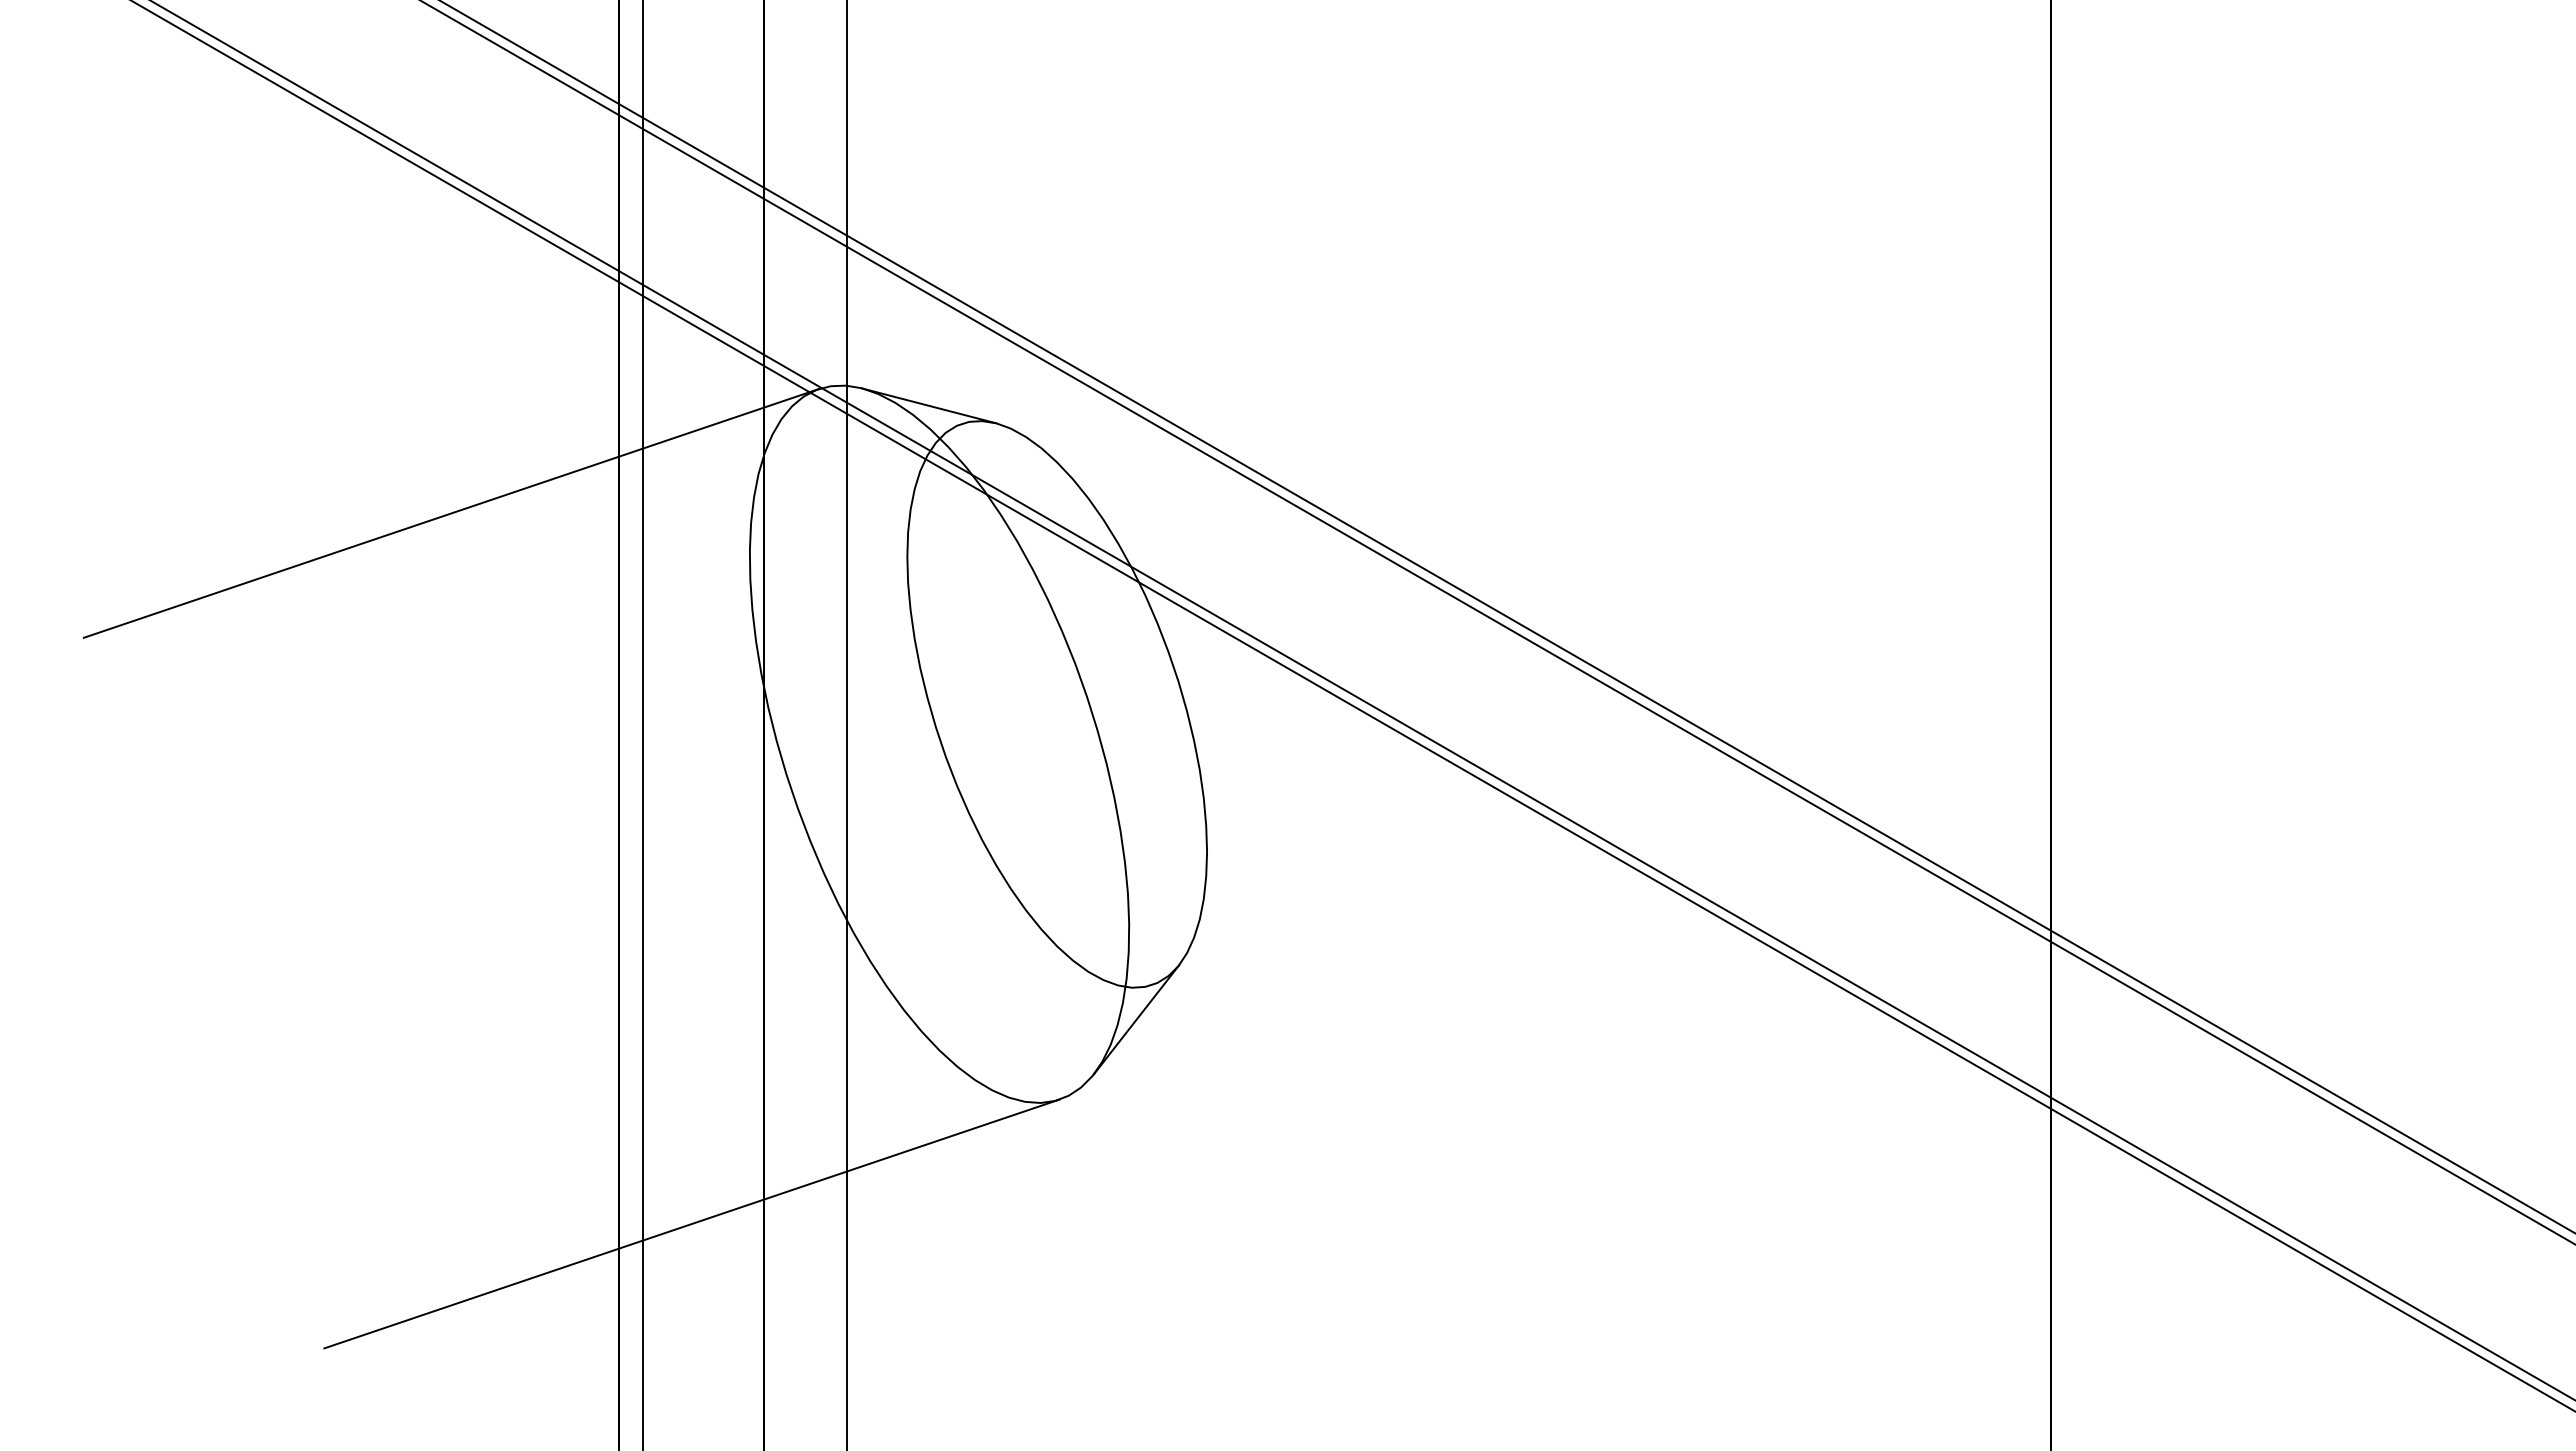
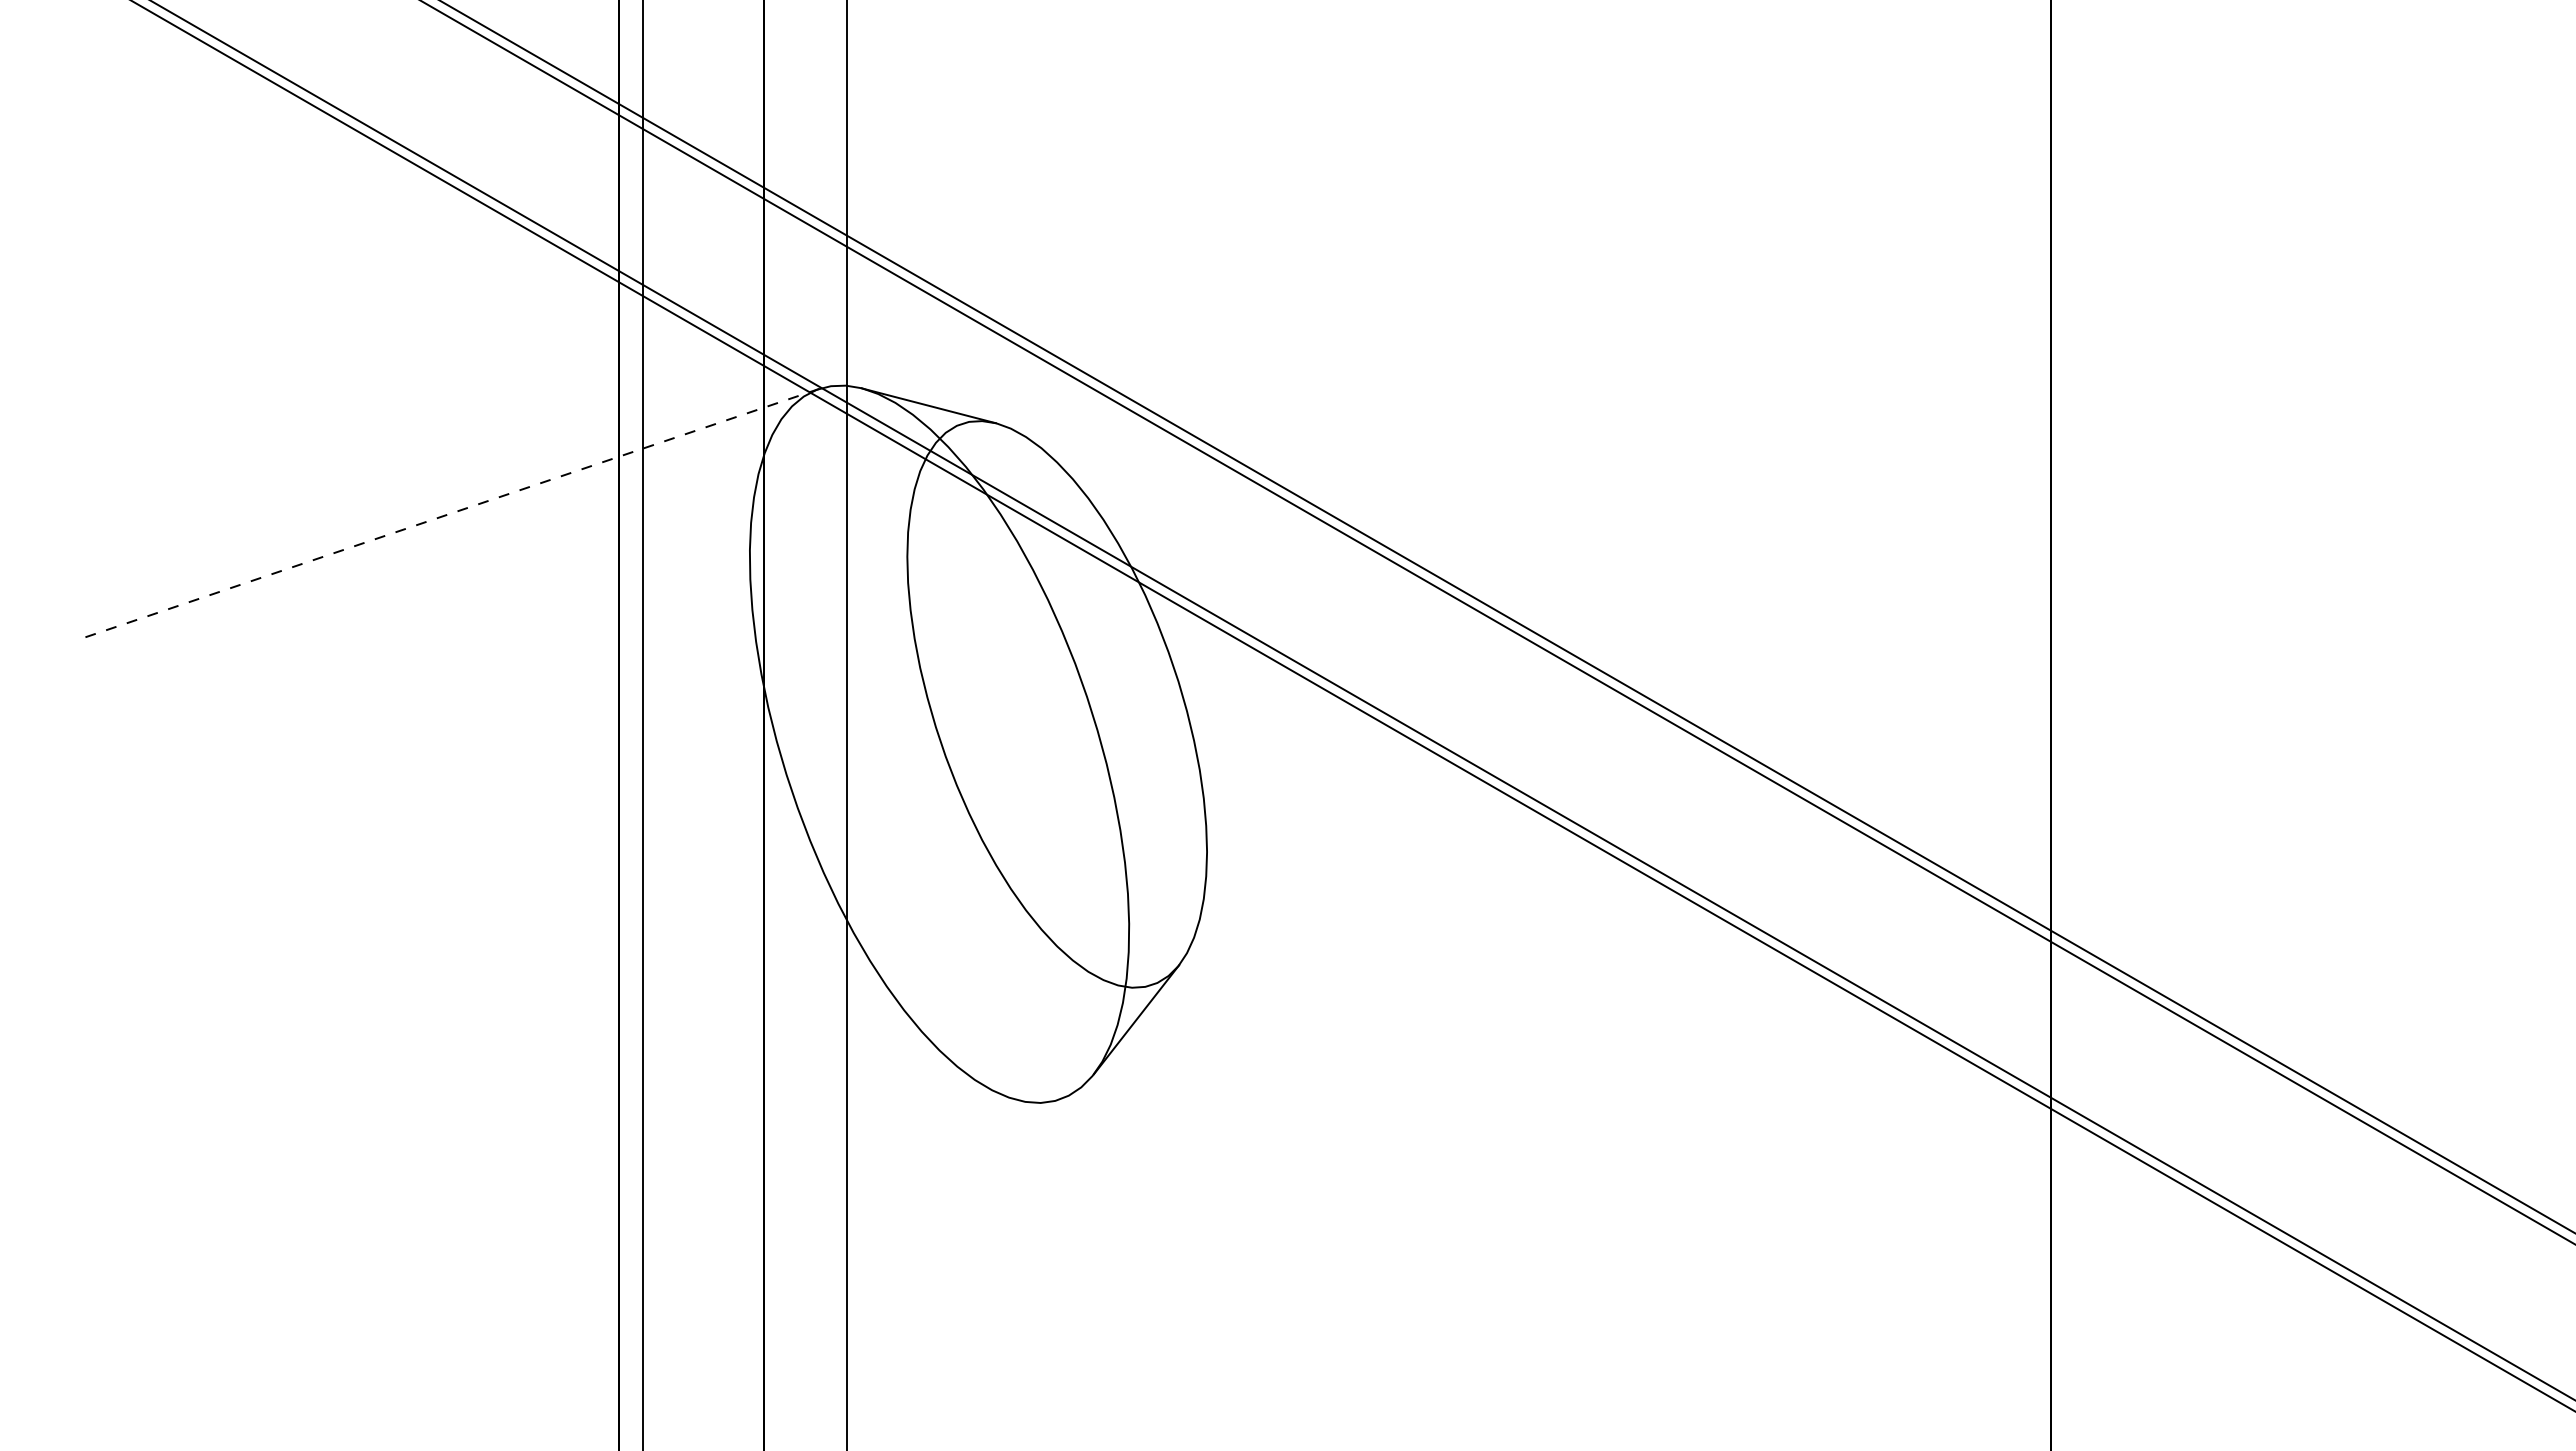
line at (451, 513): solid -> dashed
line at (691, 1223): present -> none
